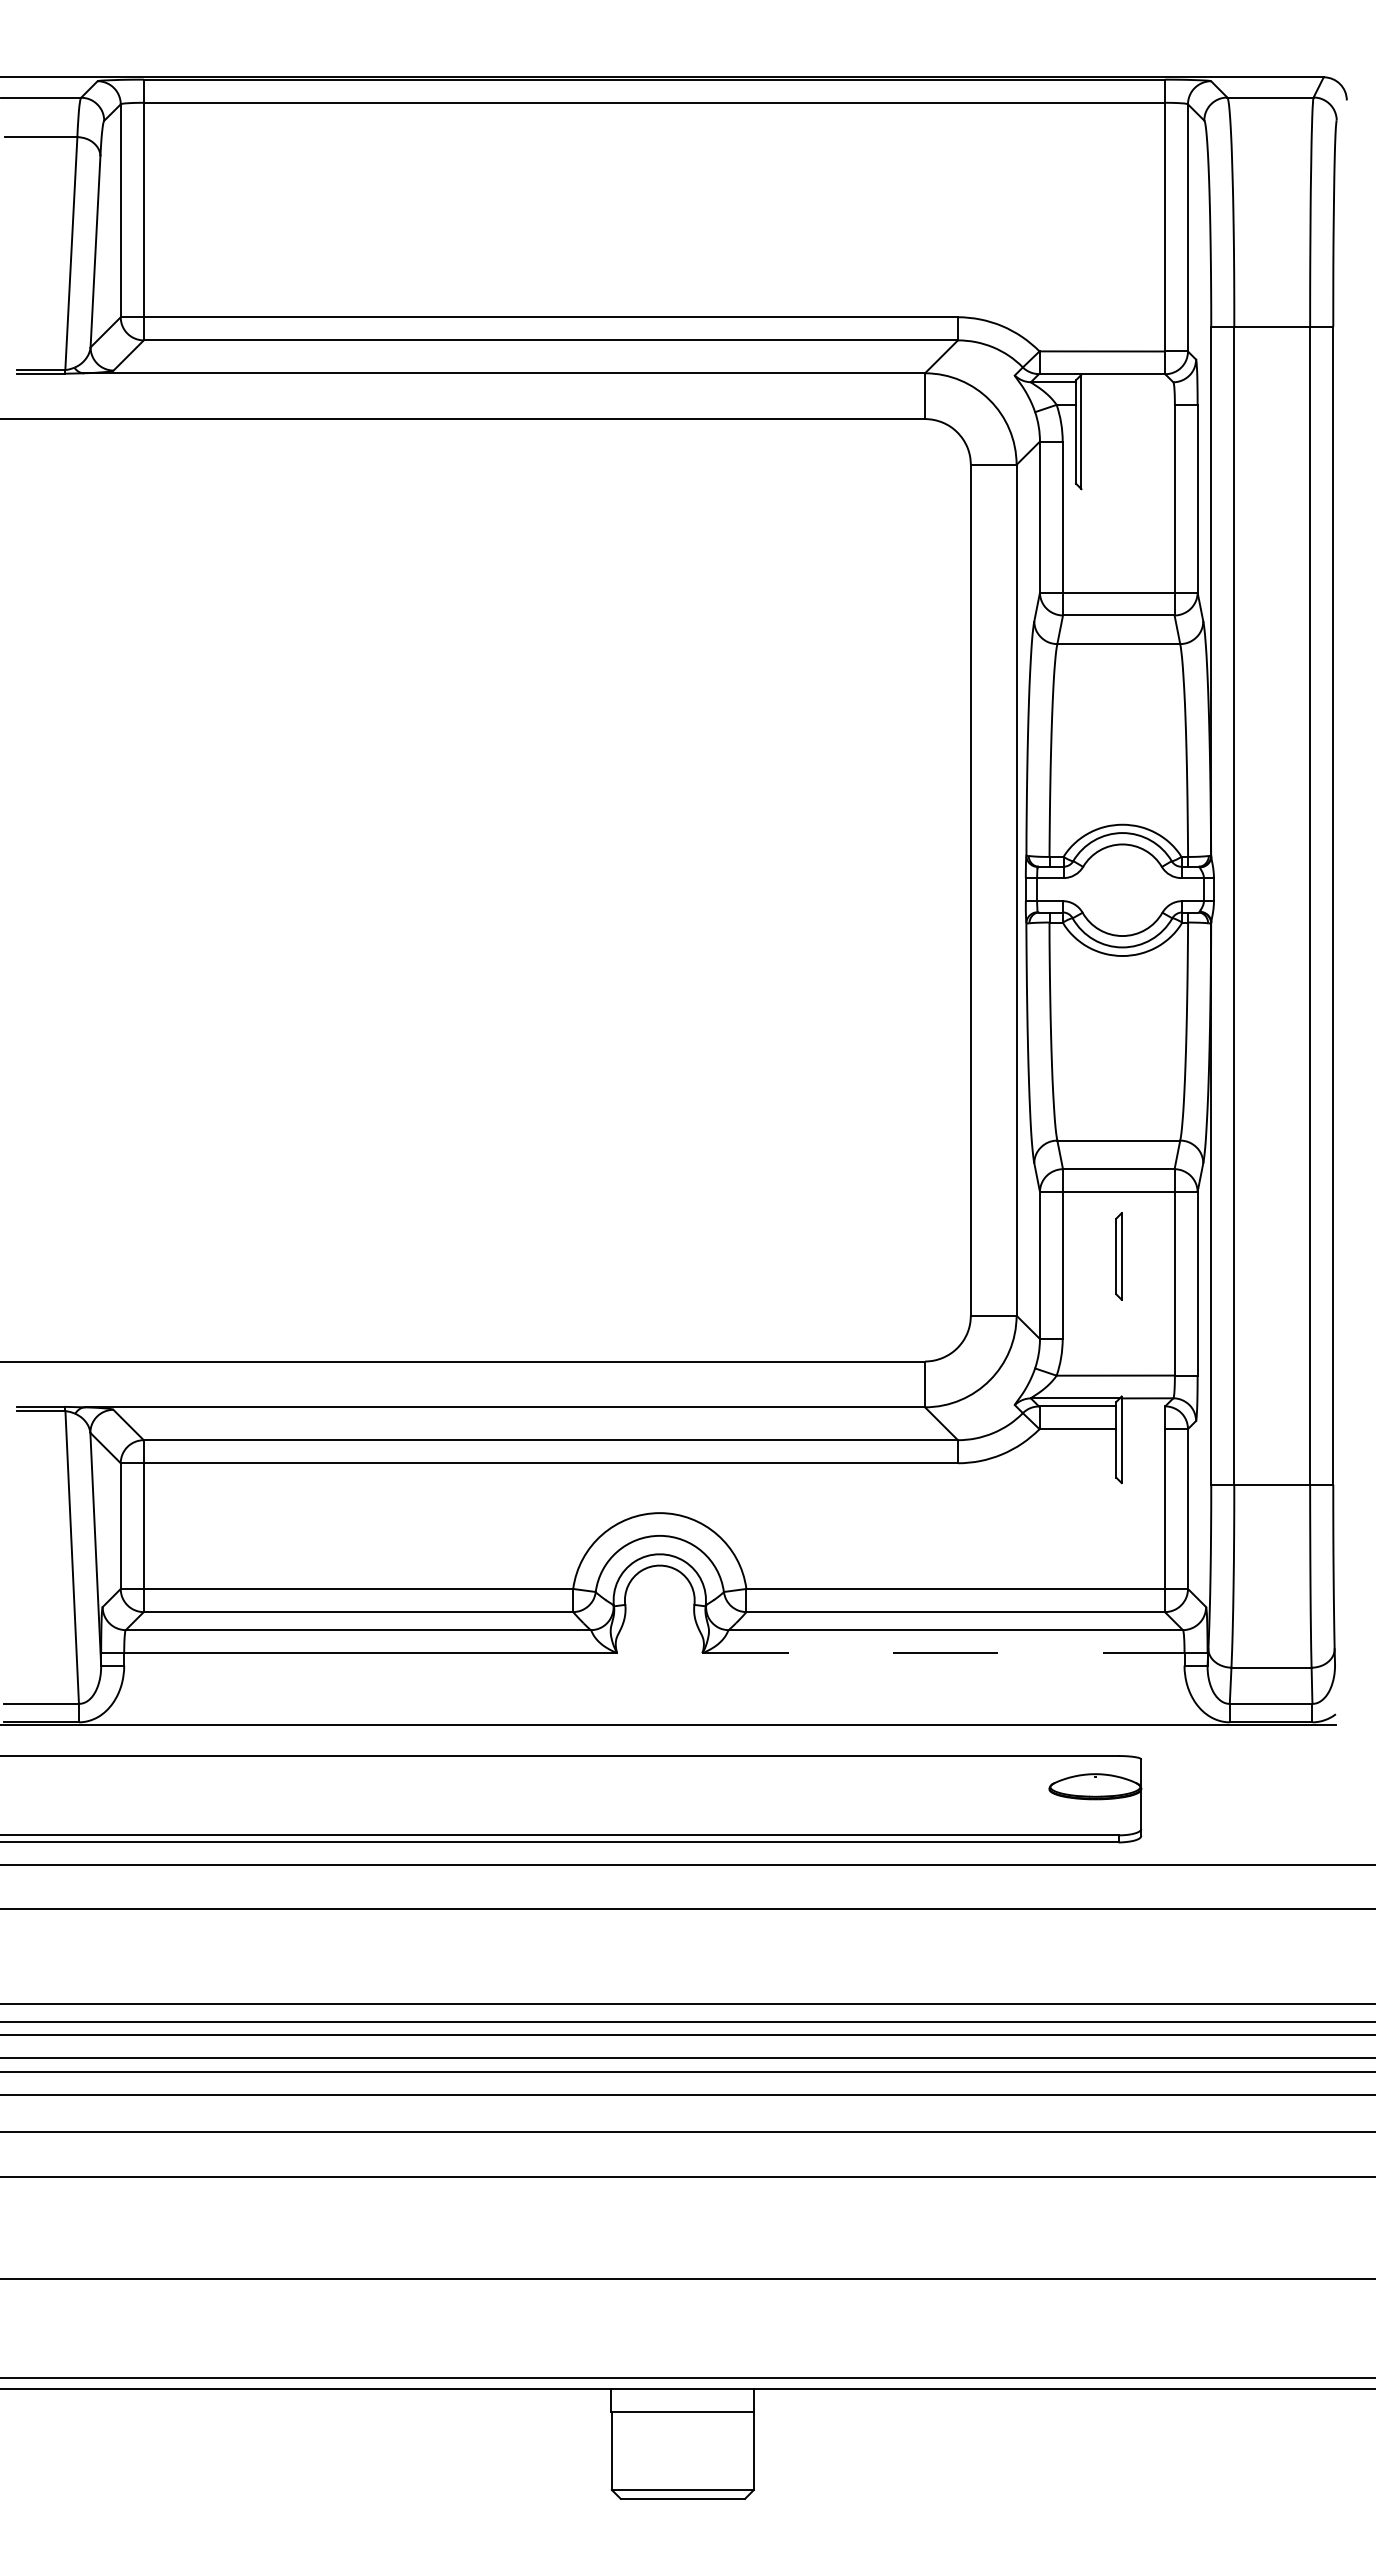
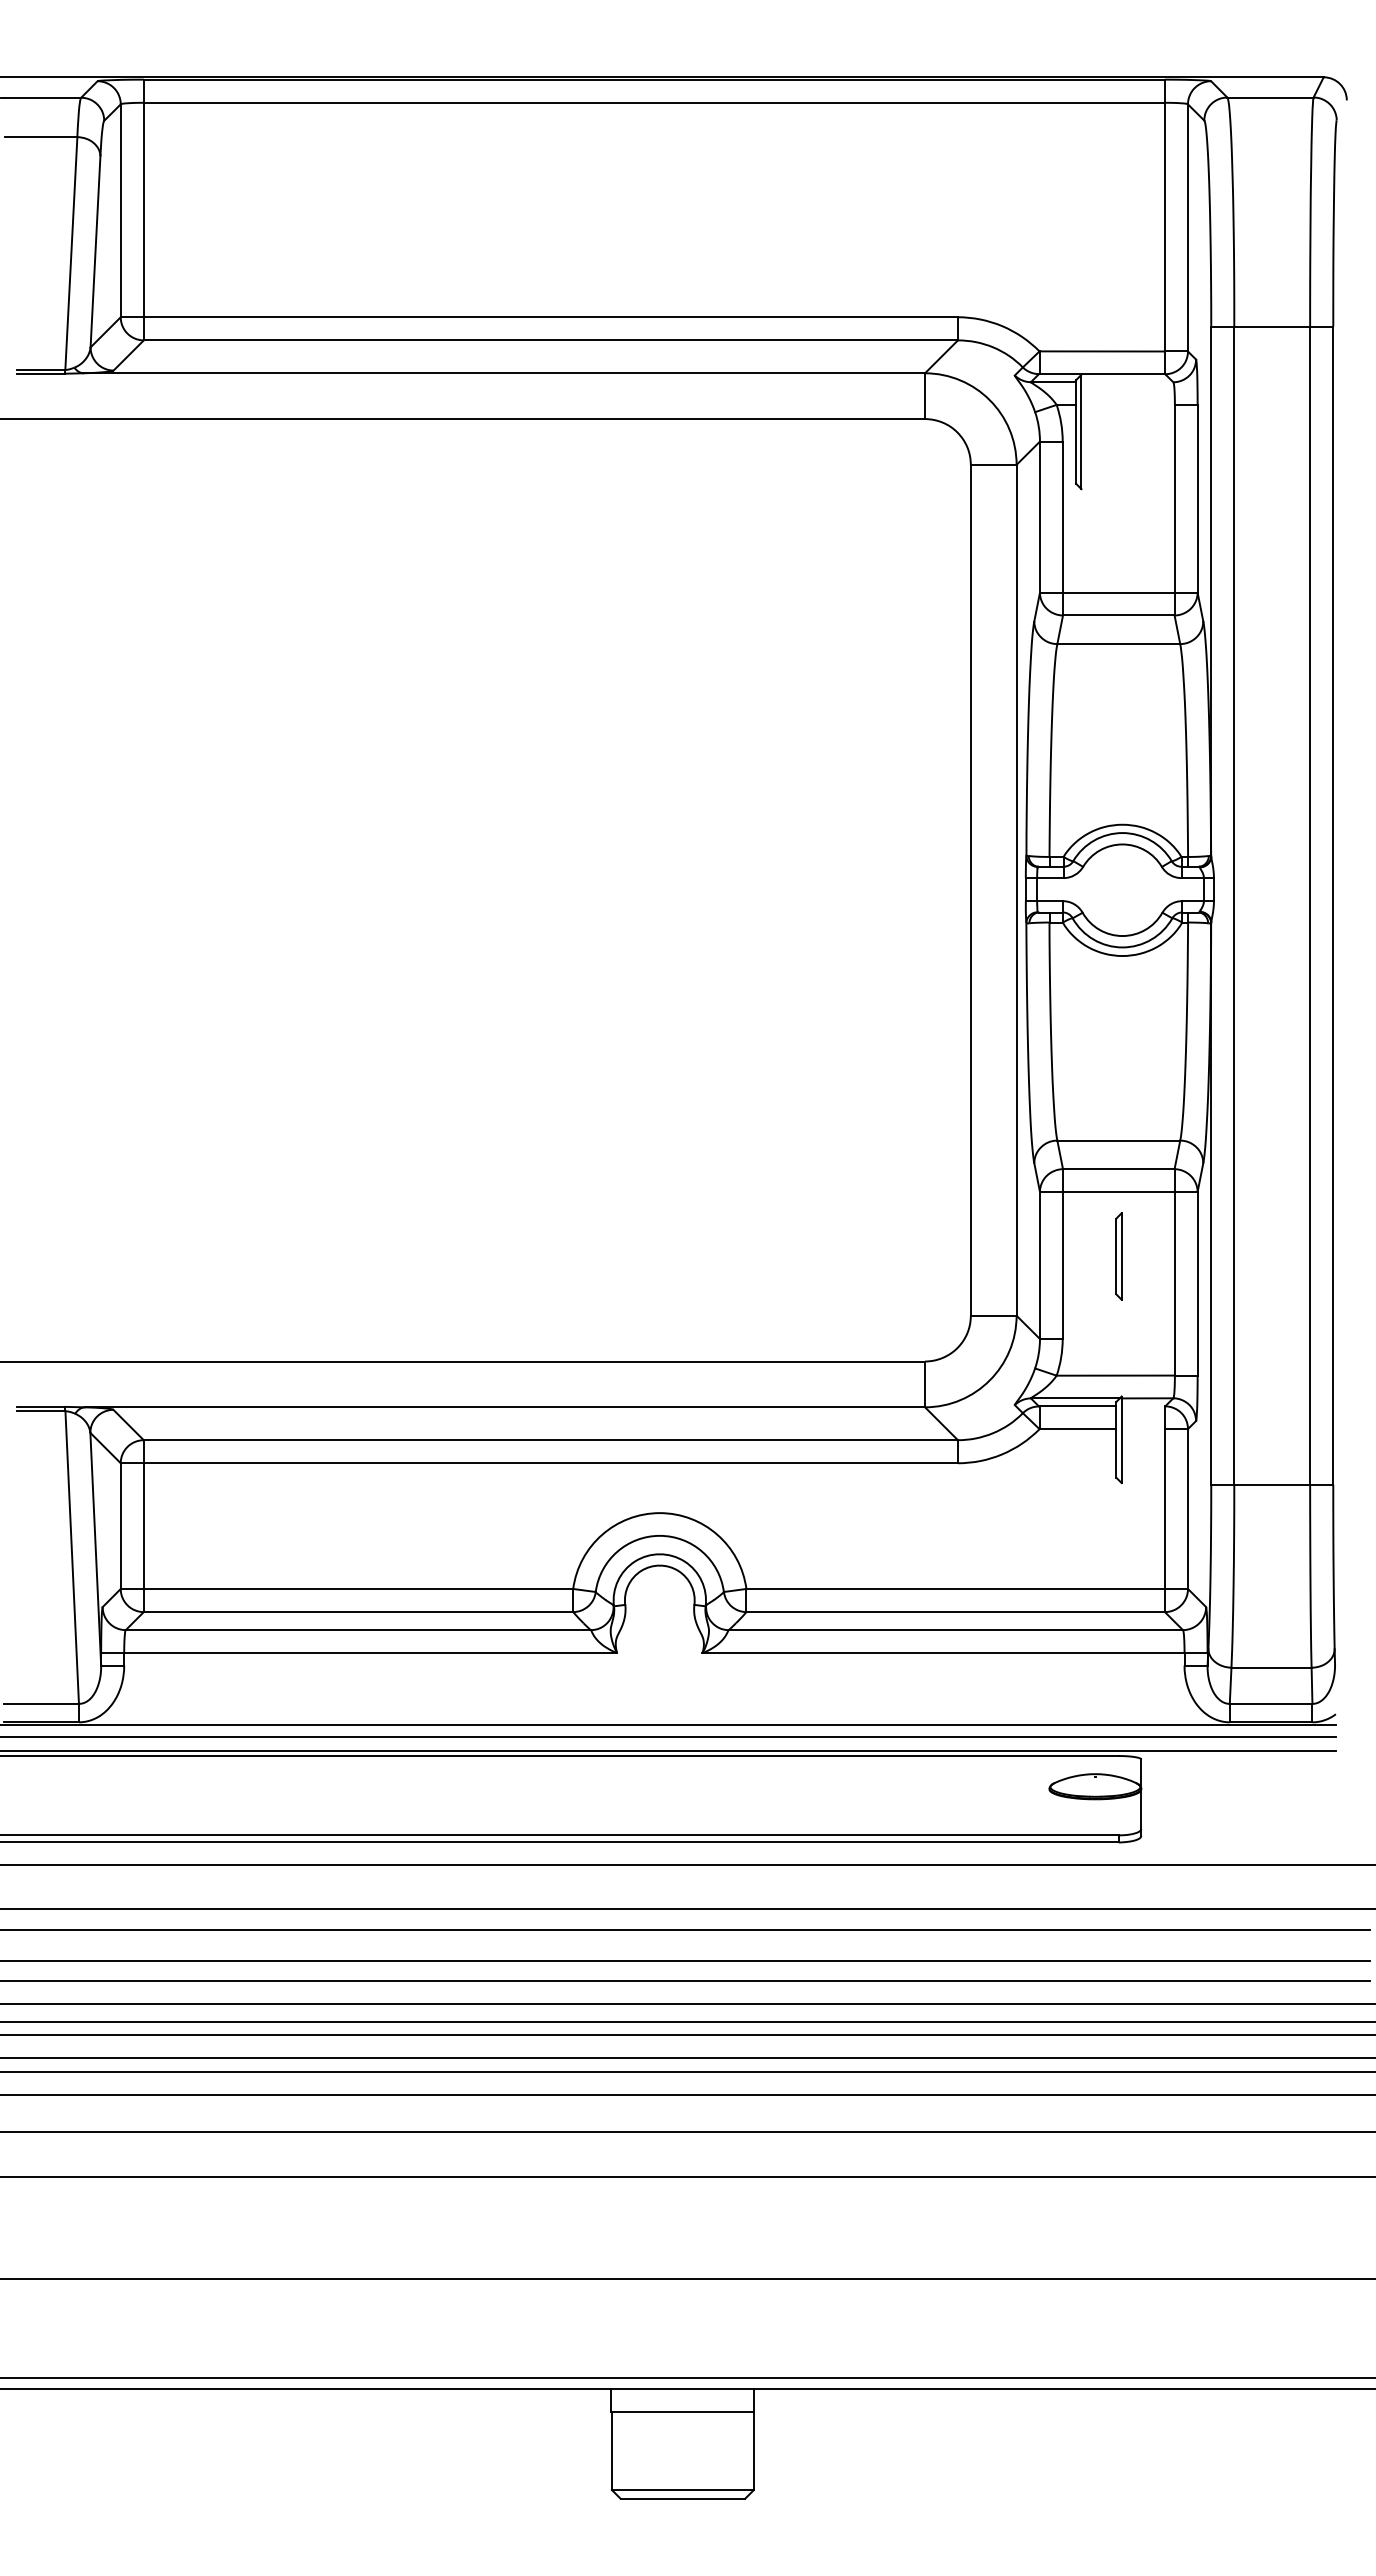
line at (955, 1653): dashed -> solid
line at (668, 1737): none -> present
line at (668, 1750): none -> present
line at (686, 1930): none -> present
line at (686, 1960): none -> present
line at (686, 1980): none -> present
